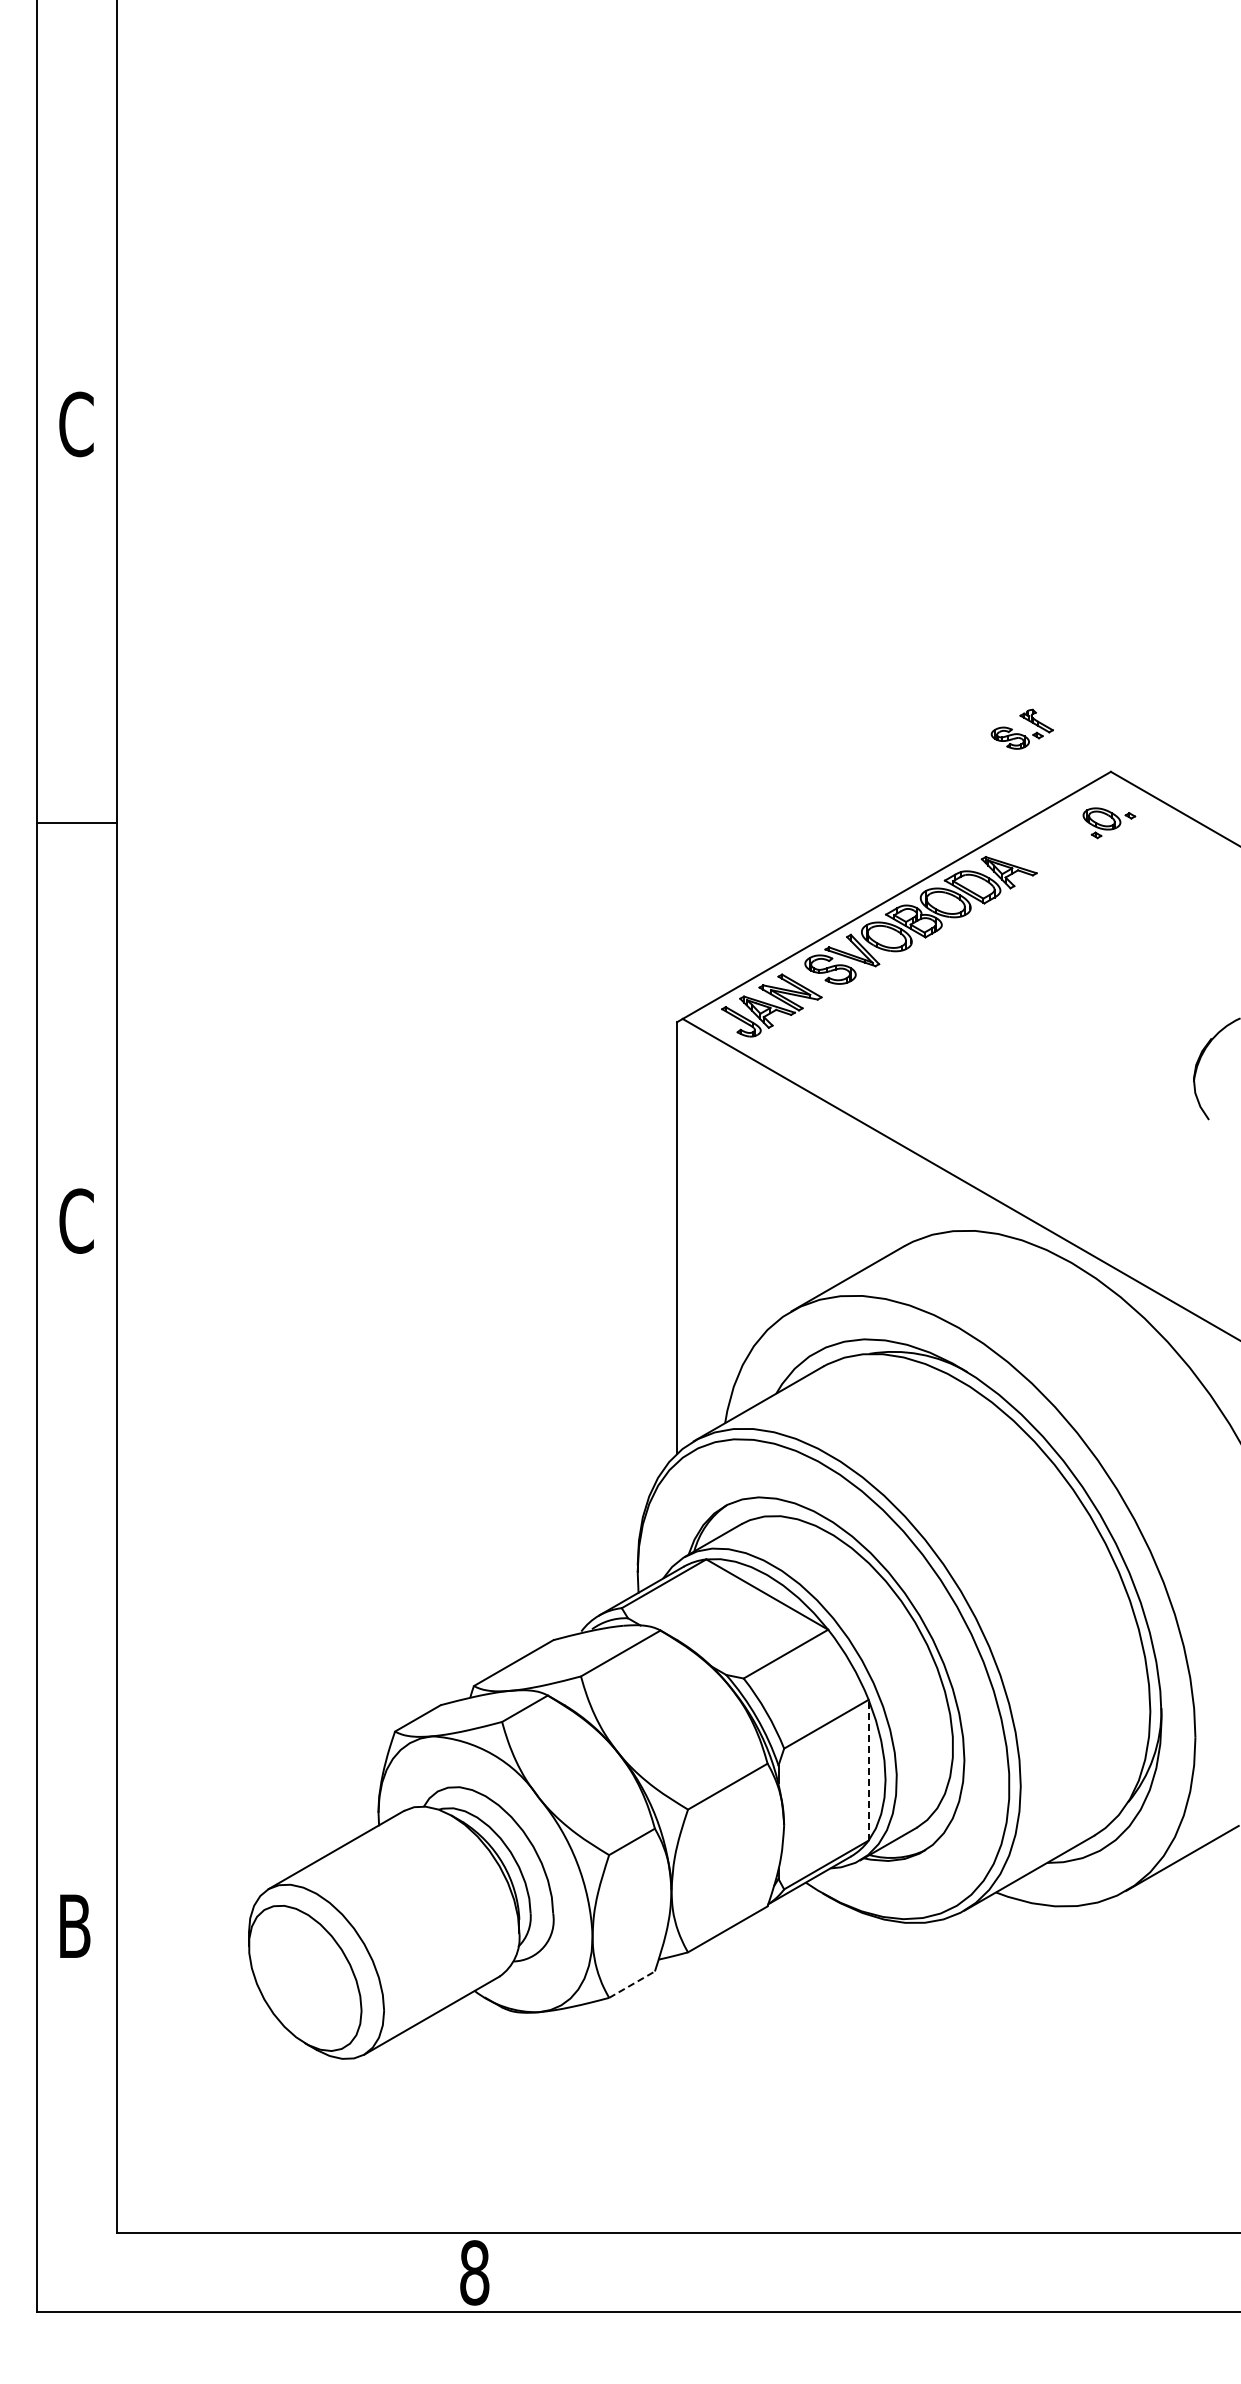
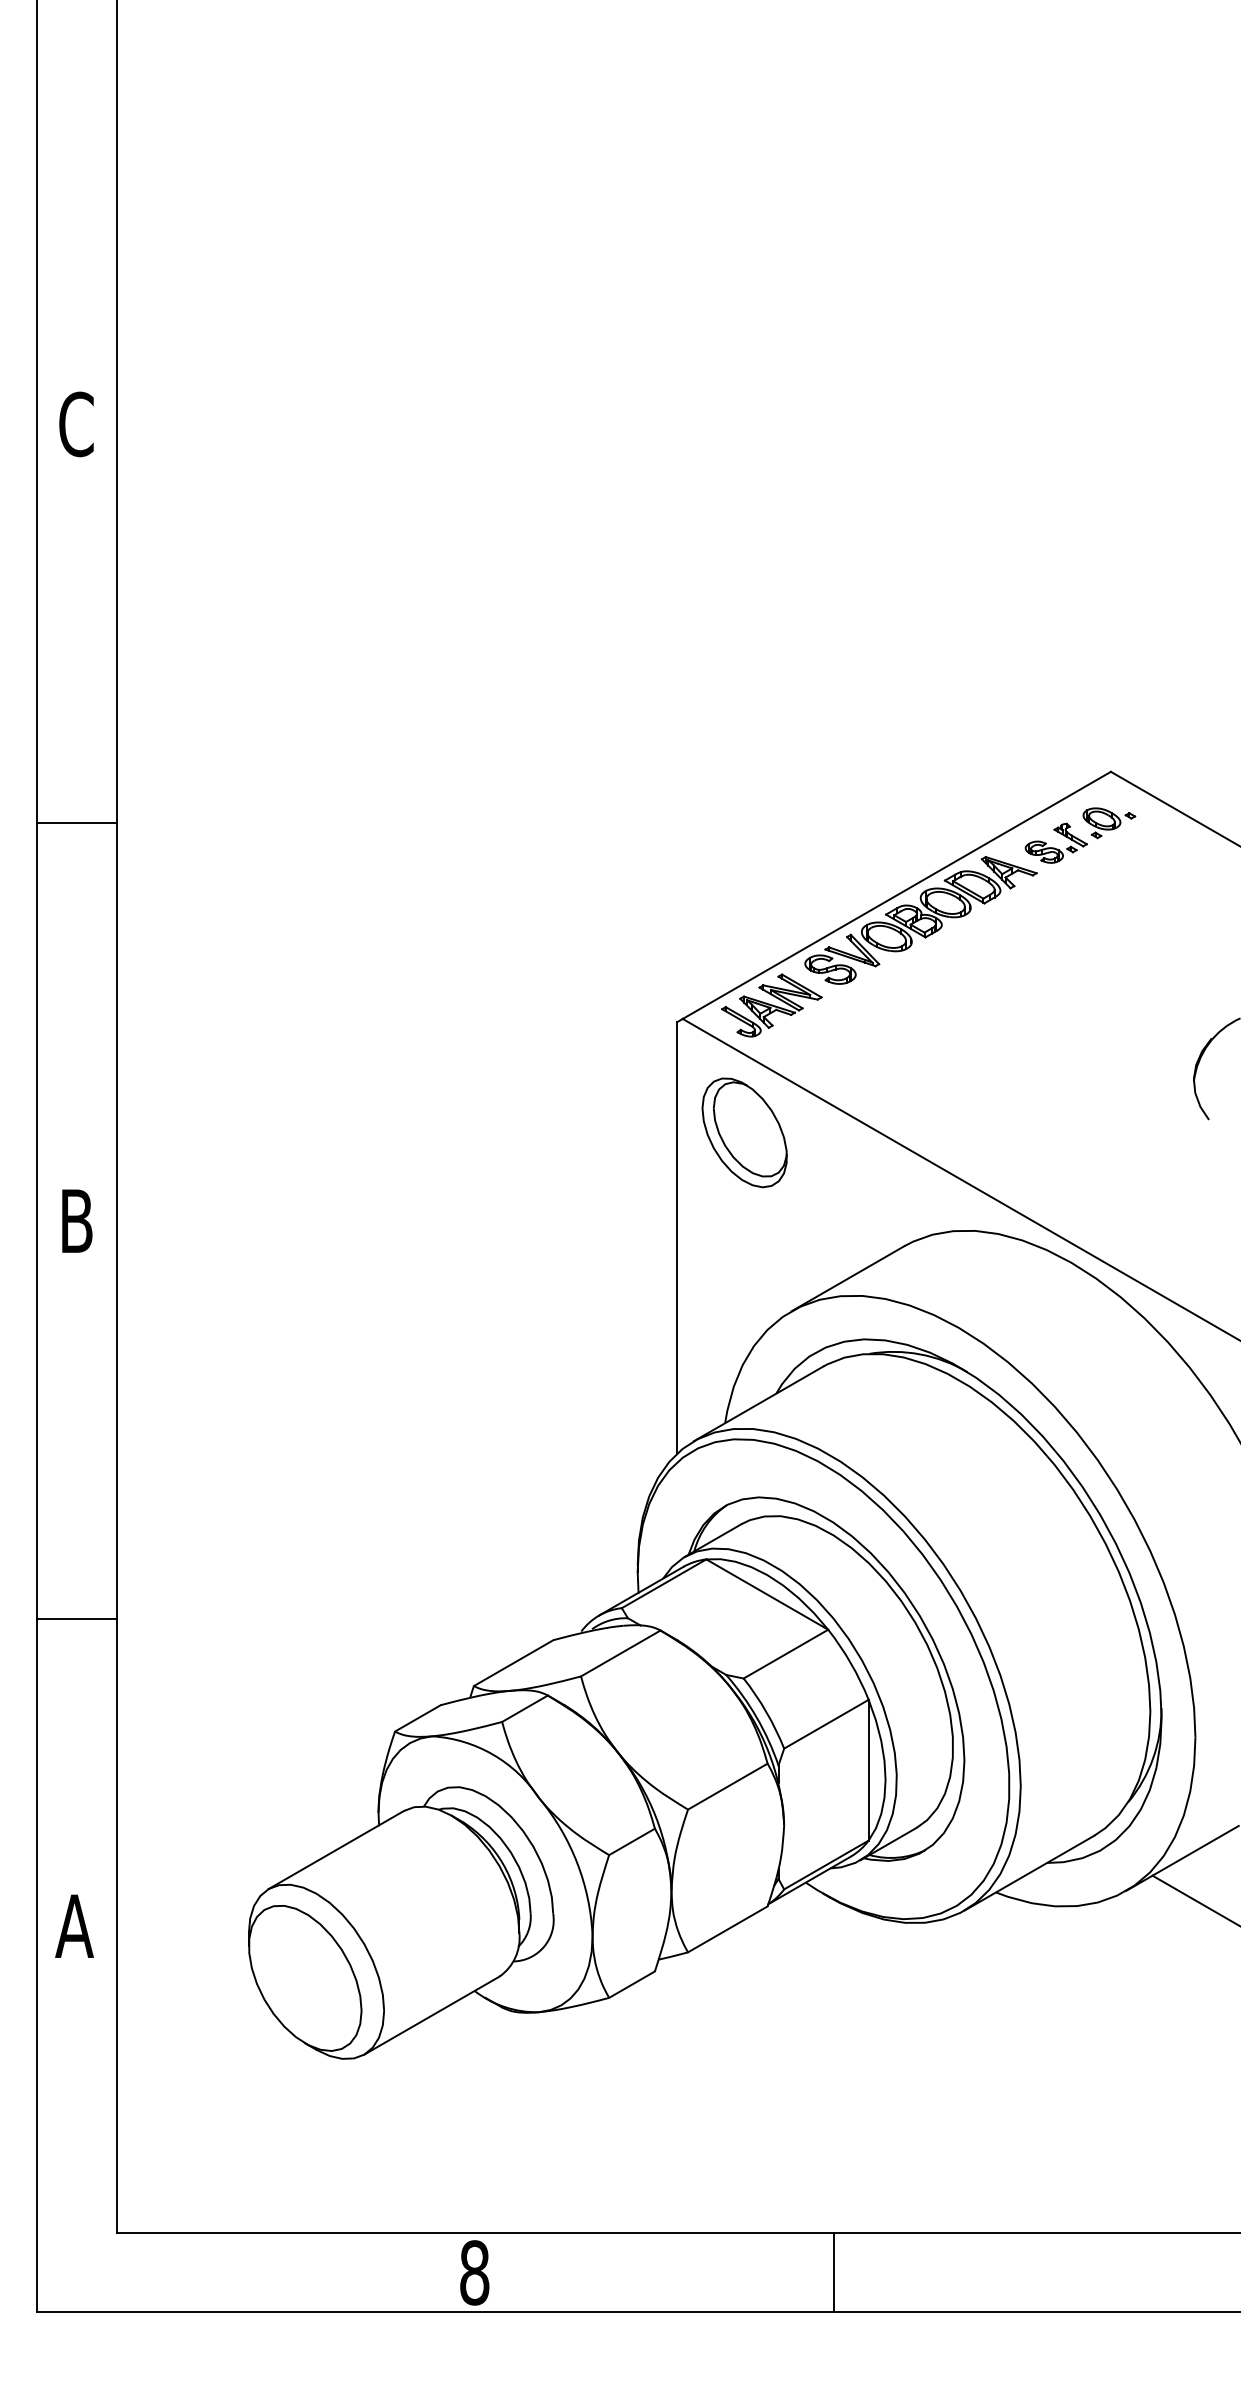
part at (1021, 728) position: (1021, 728) -> (1055, 842)
part at (744, 1132): none -> present
text at (76, 1220): C -> B
line at (76, 1619): none -> present
line at (868, 1769): dashed -> solid
line at (1194, 1899): none -> present
text at (74, 1925): B -> A
line at (632, 1984): dashed -> solid
line at (834, 2272): none -> present
